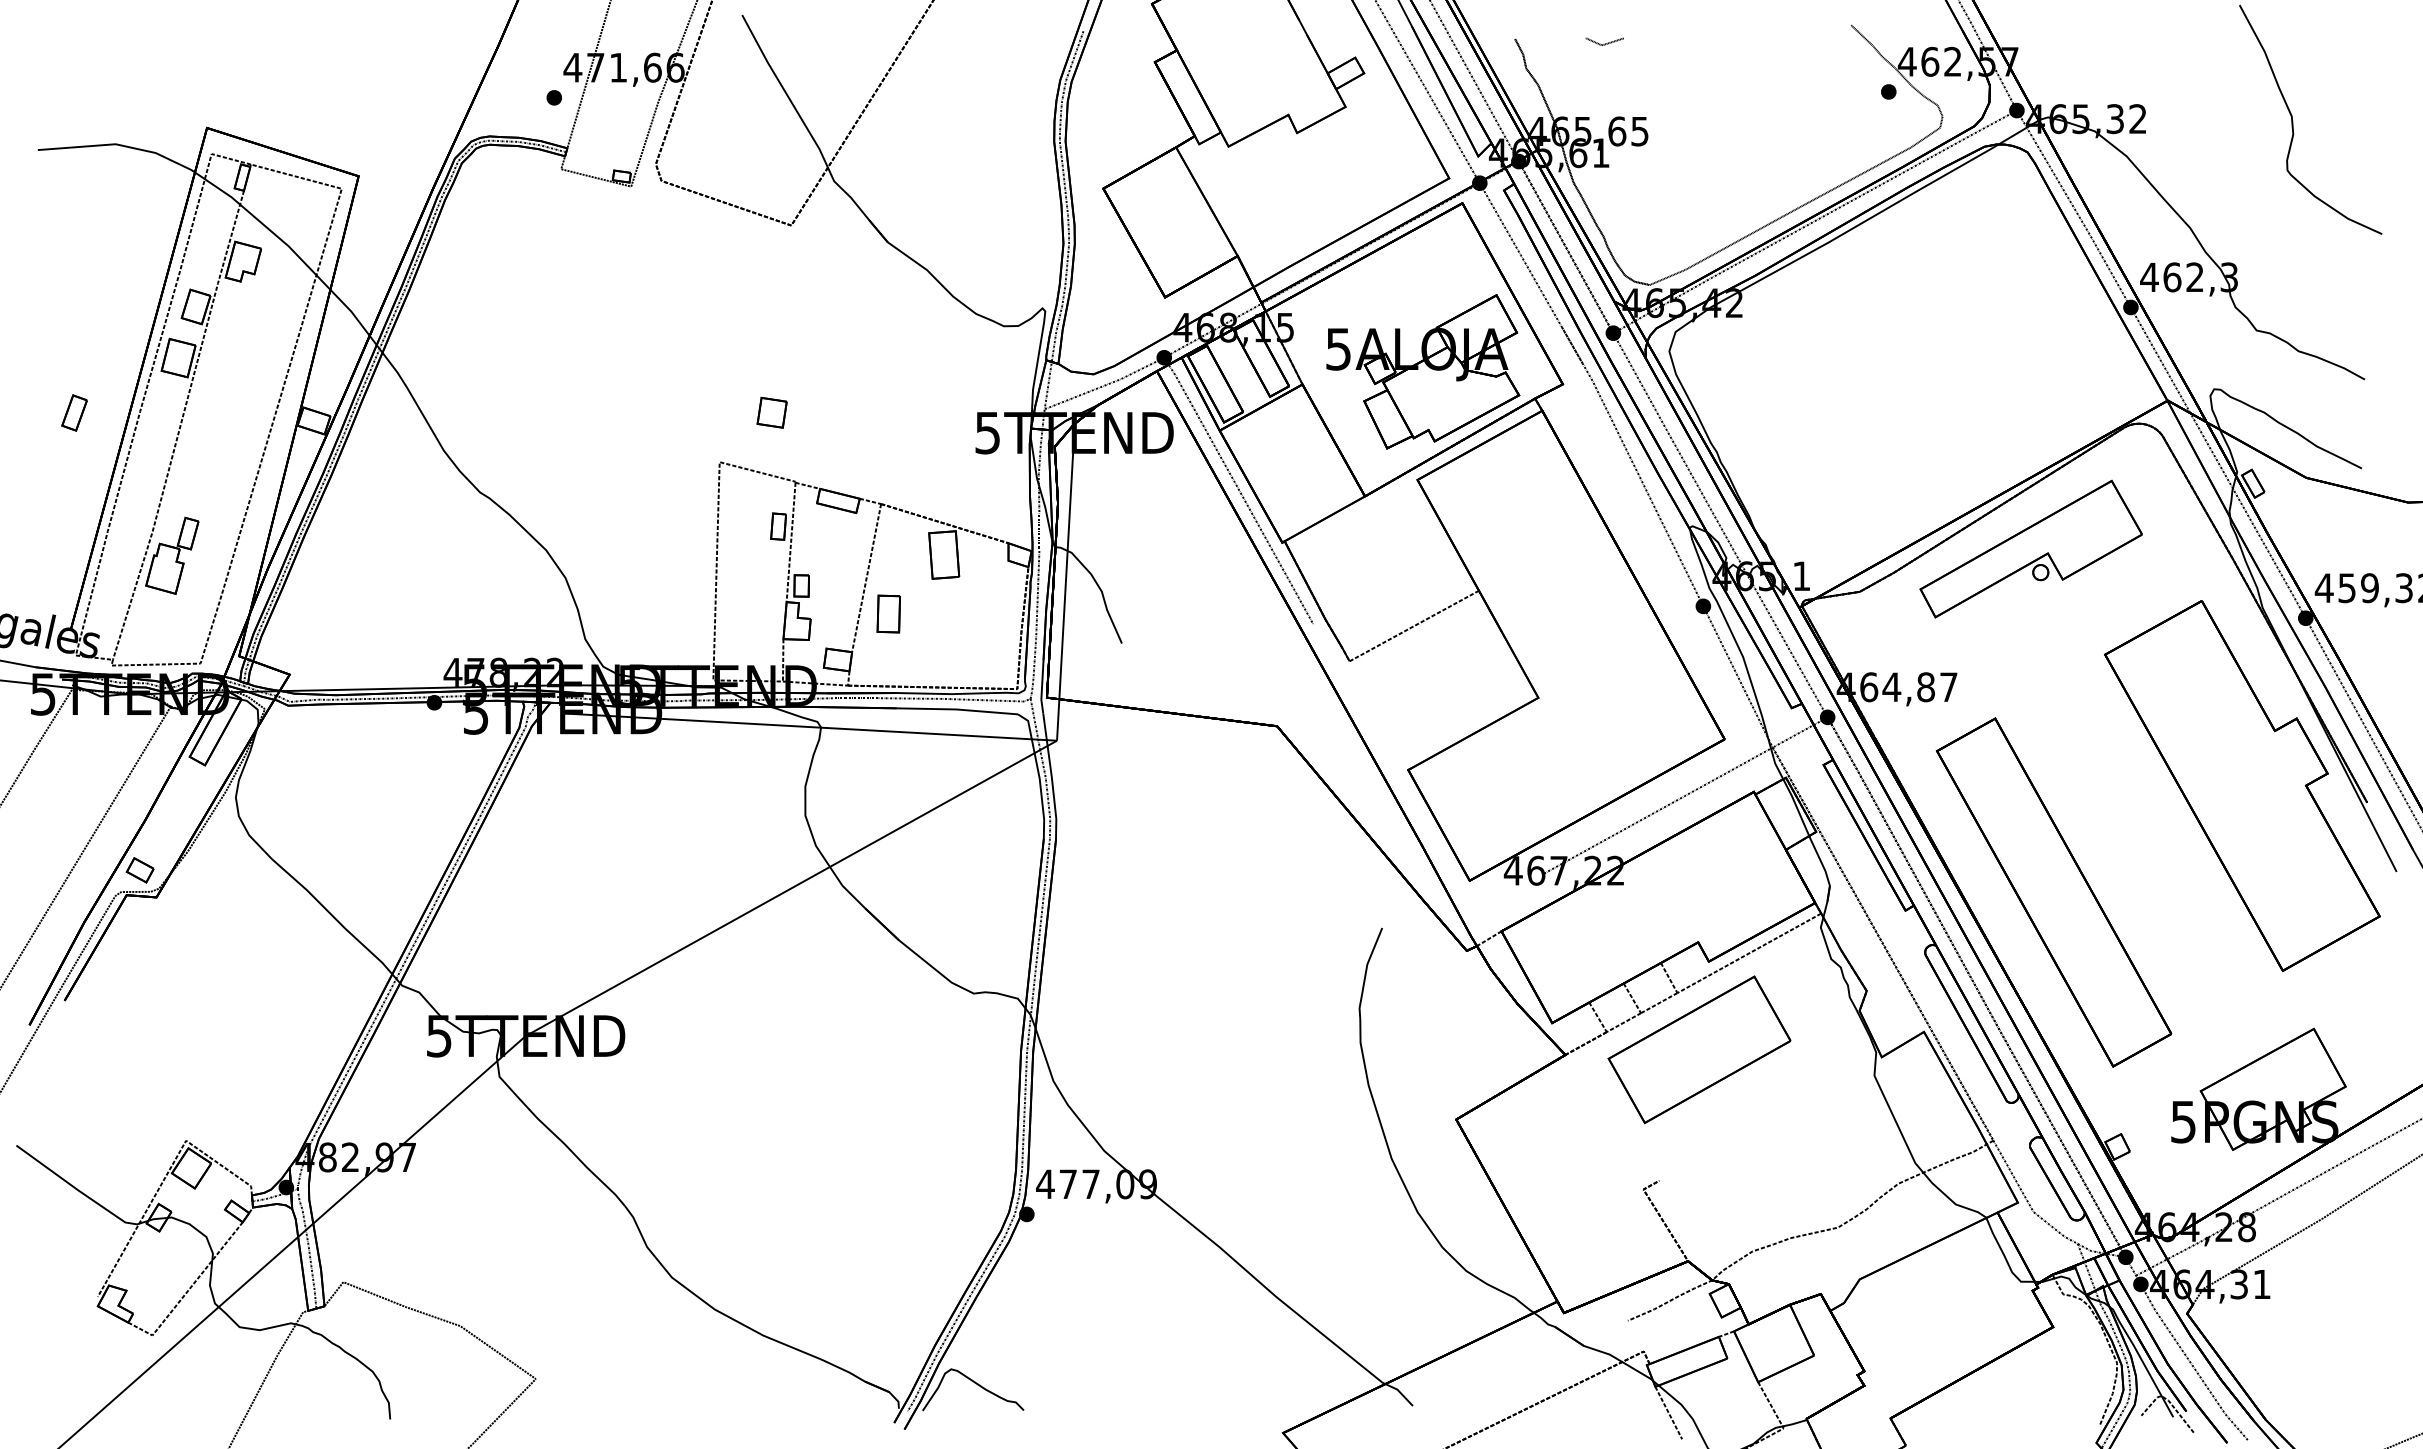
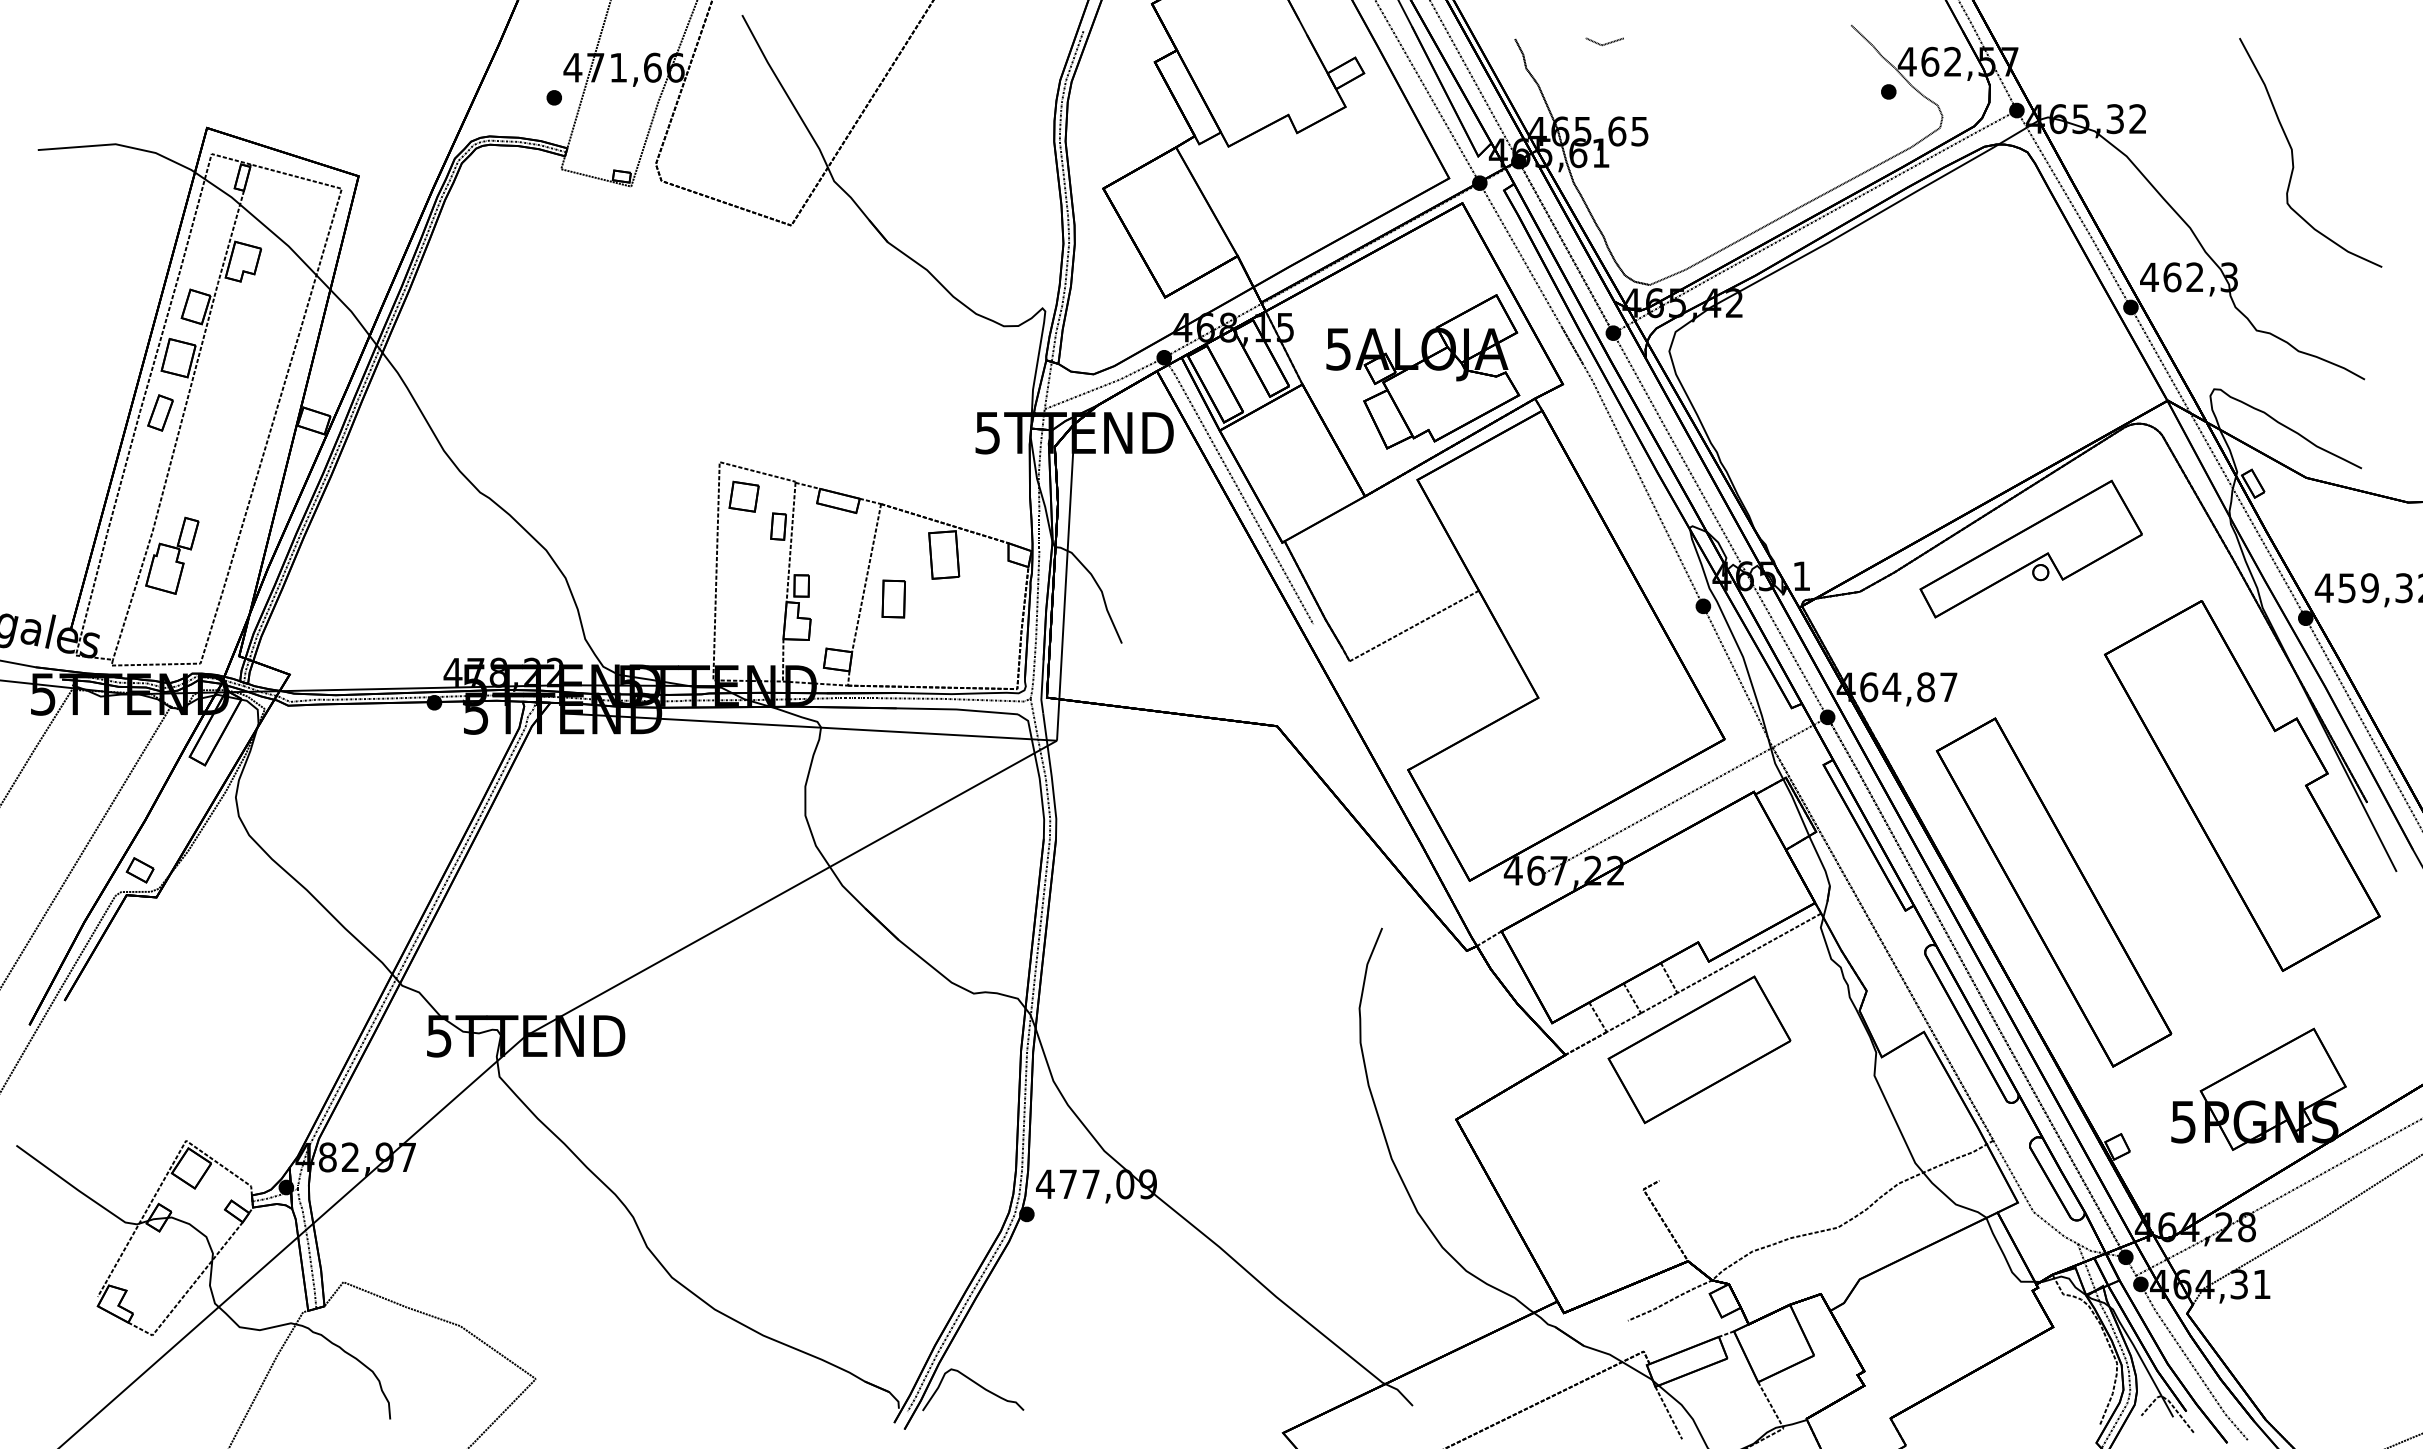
part at (2293, 120) position: (2293, 120) -> (2293, 153)
part at (74, 412) position: (74, 412) -> (160, 412)
part at (771, 412) position: (771, 412) -> (743, 496)
part at (888, 613) position: (888, 613) -> (893, 598)
